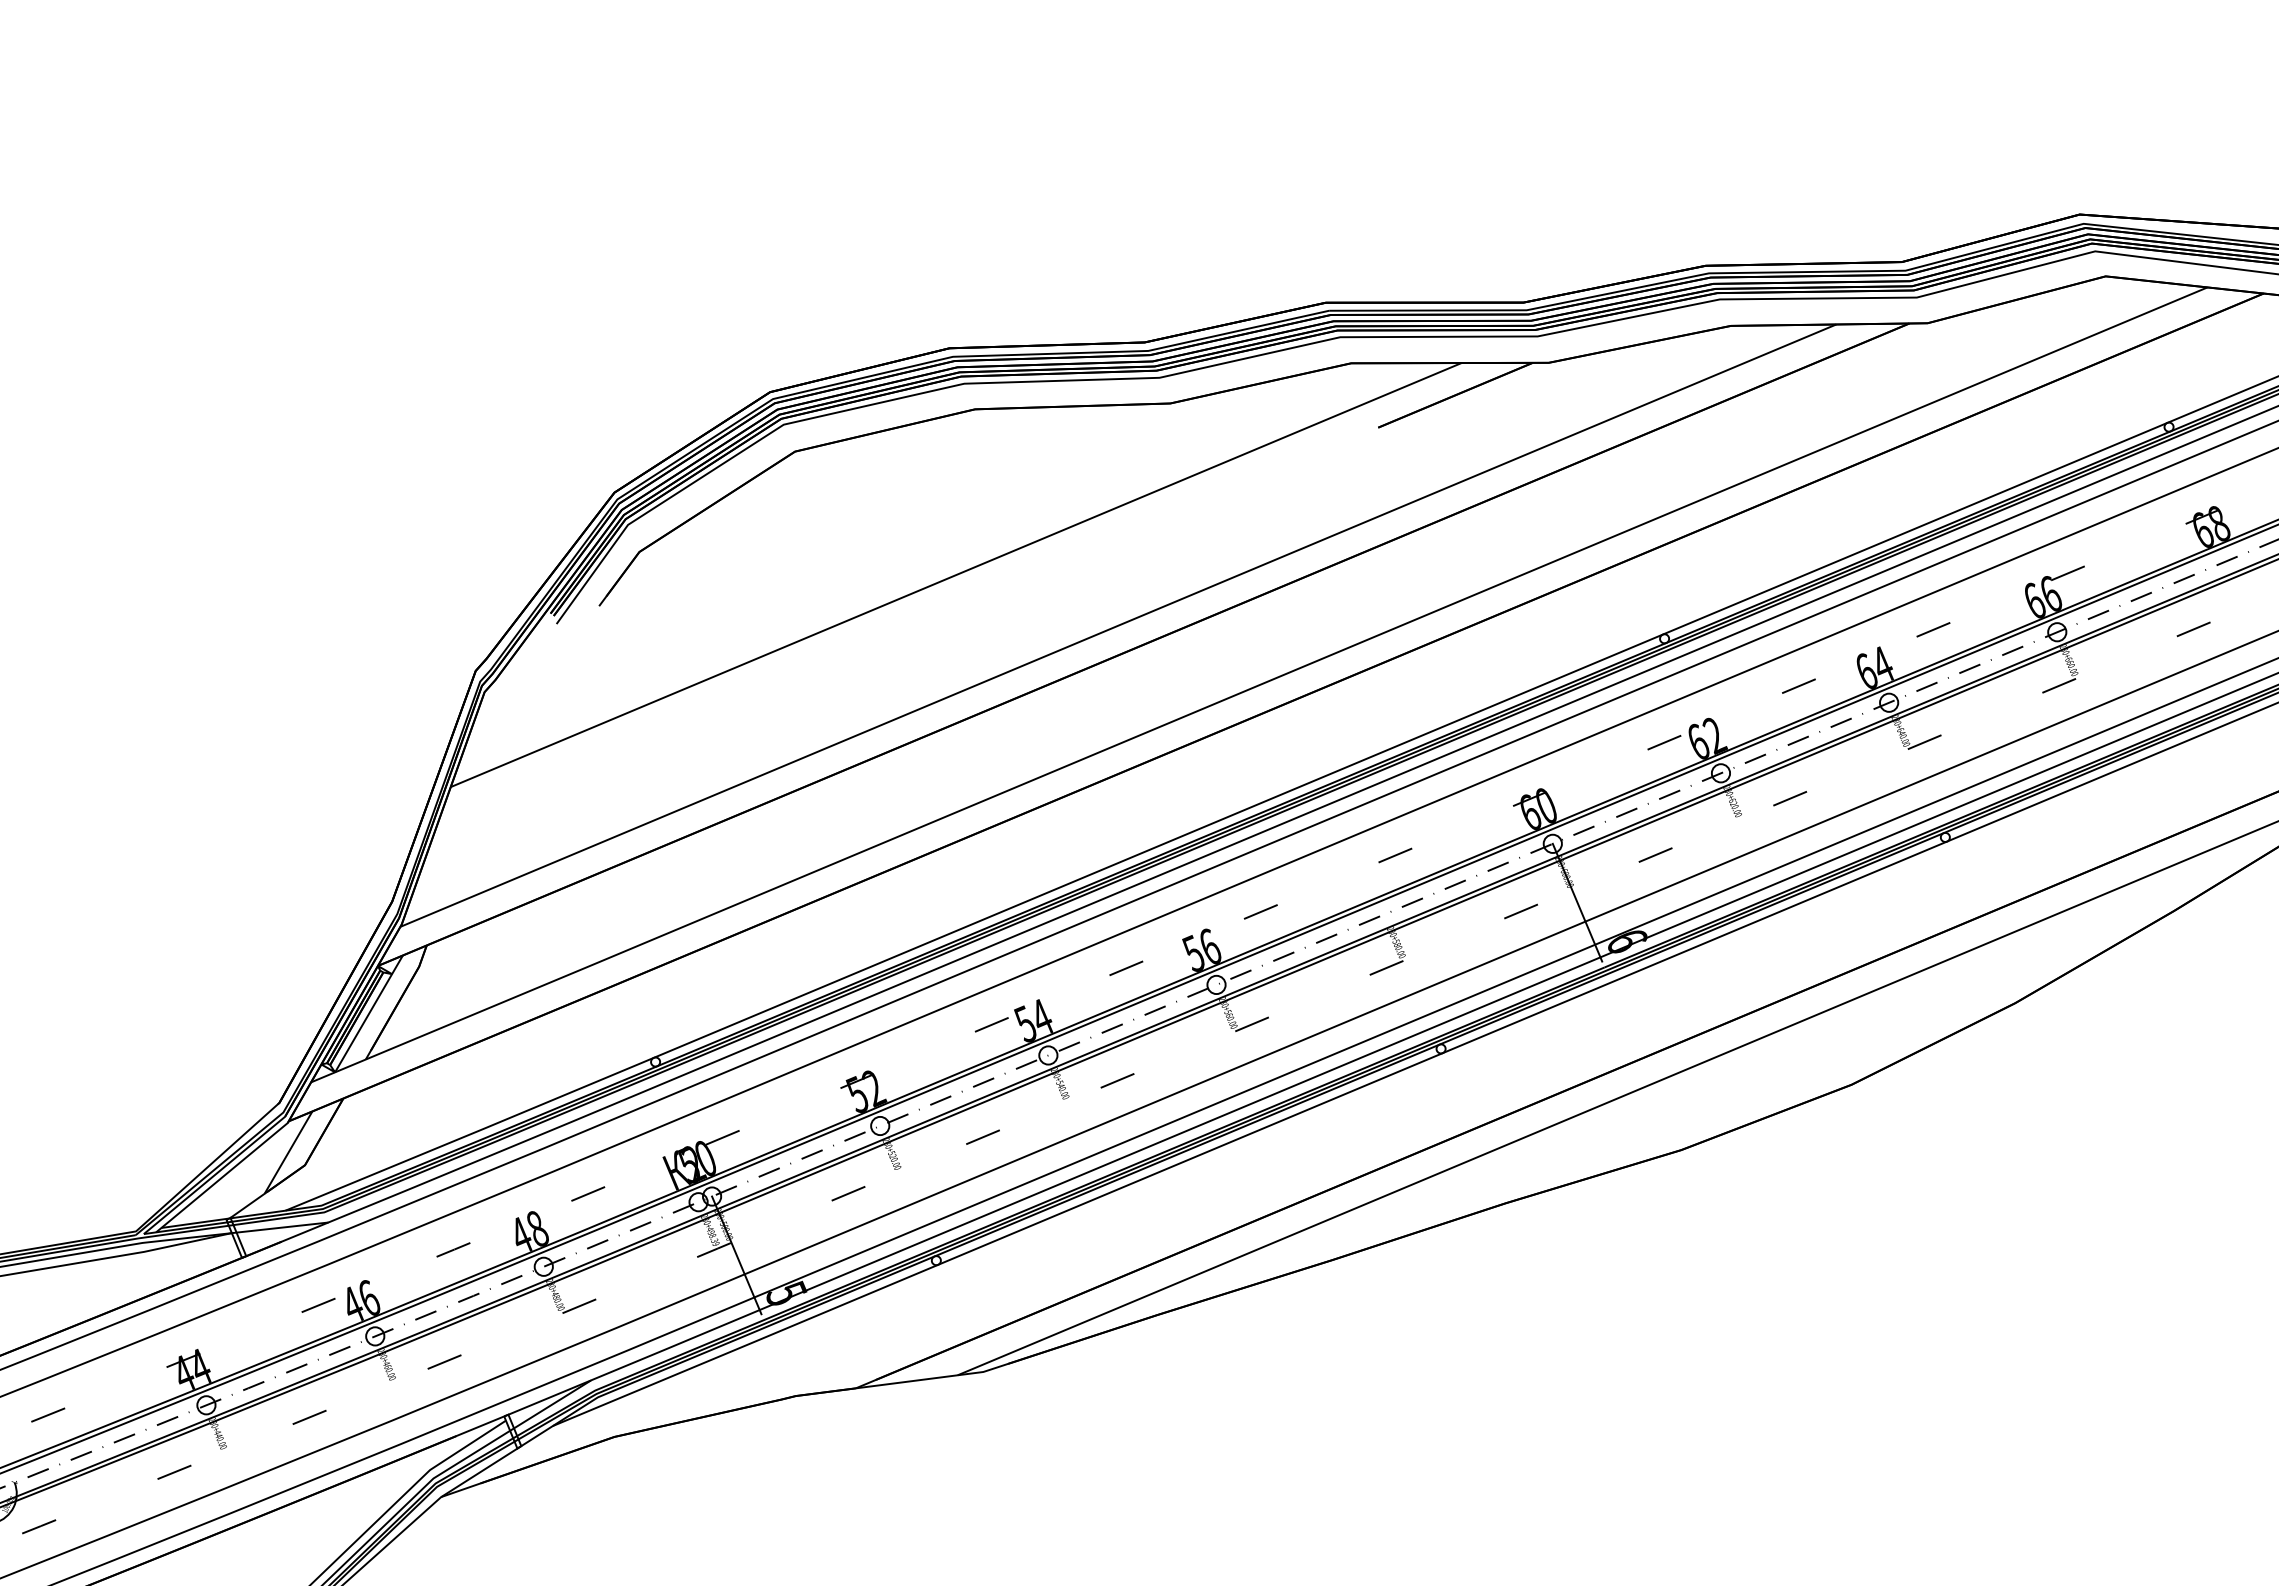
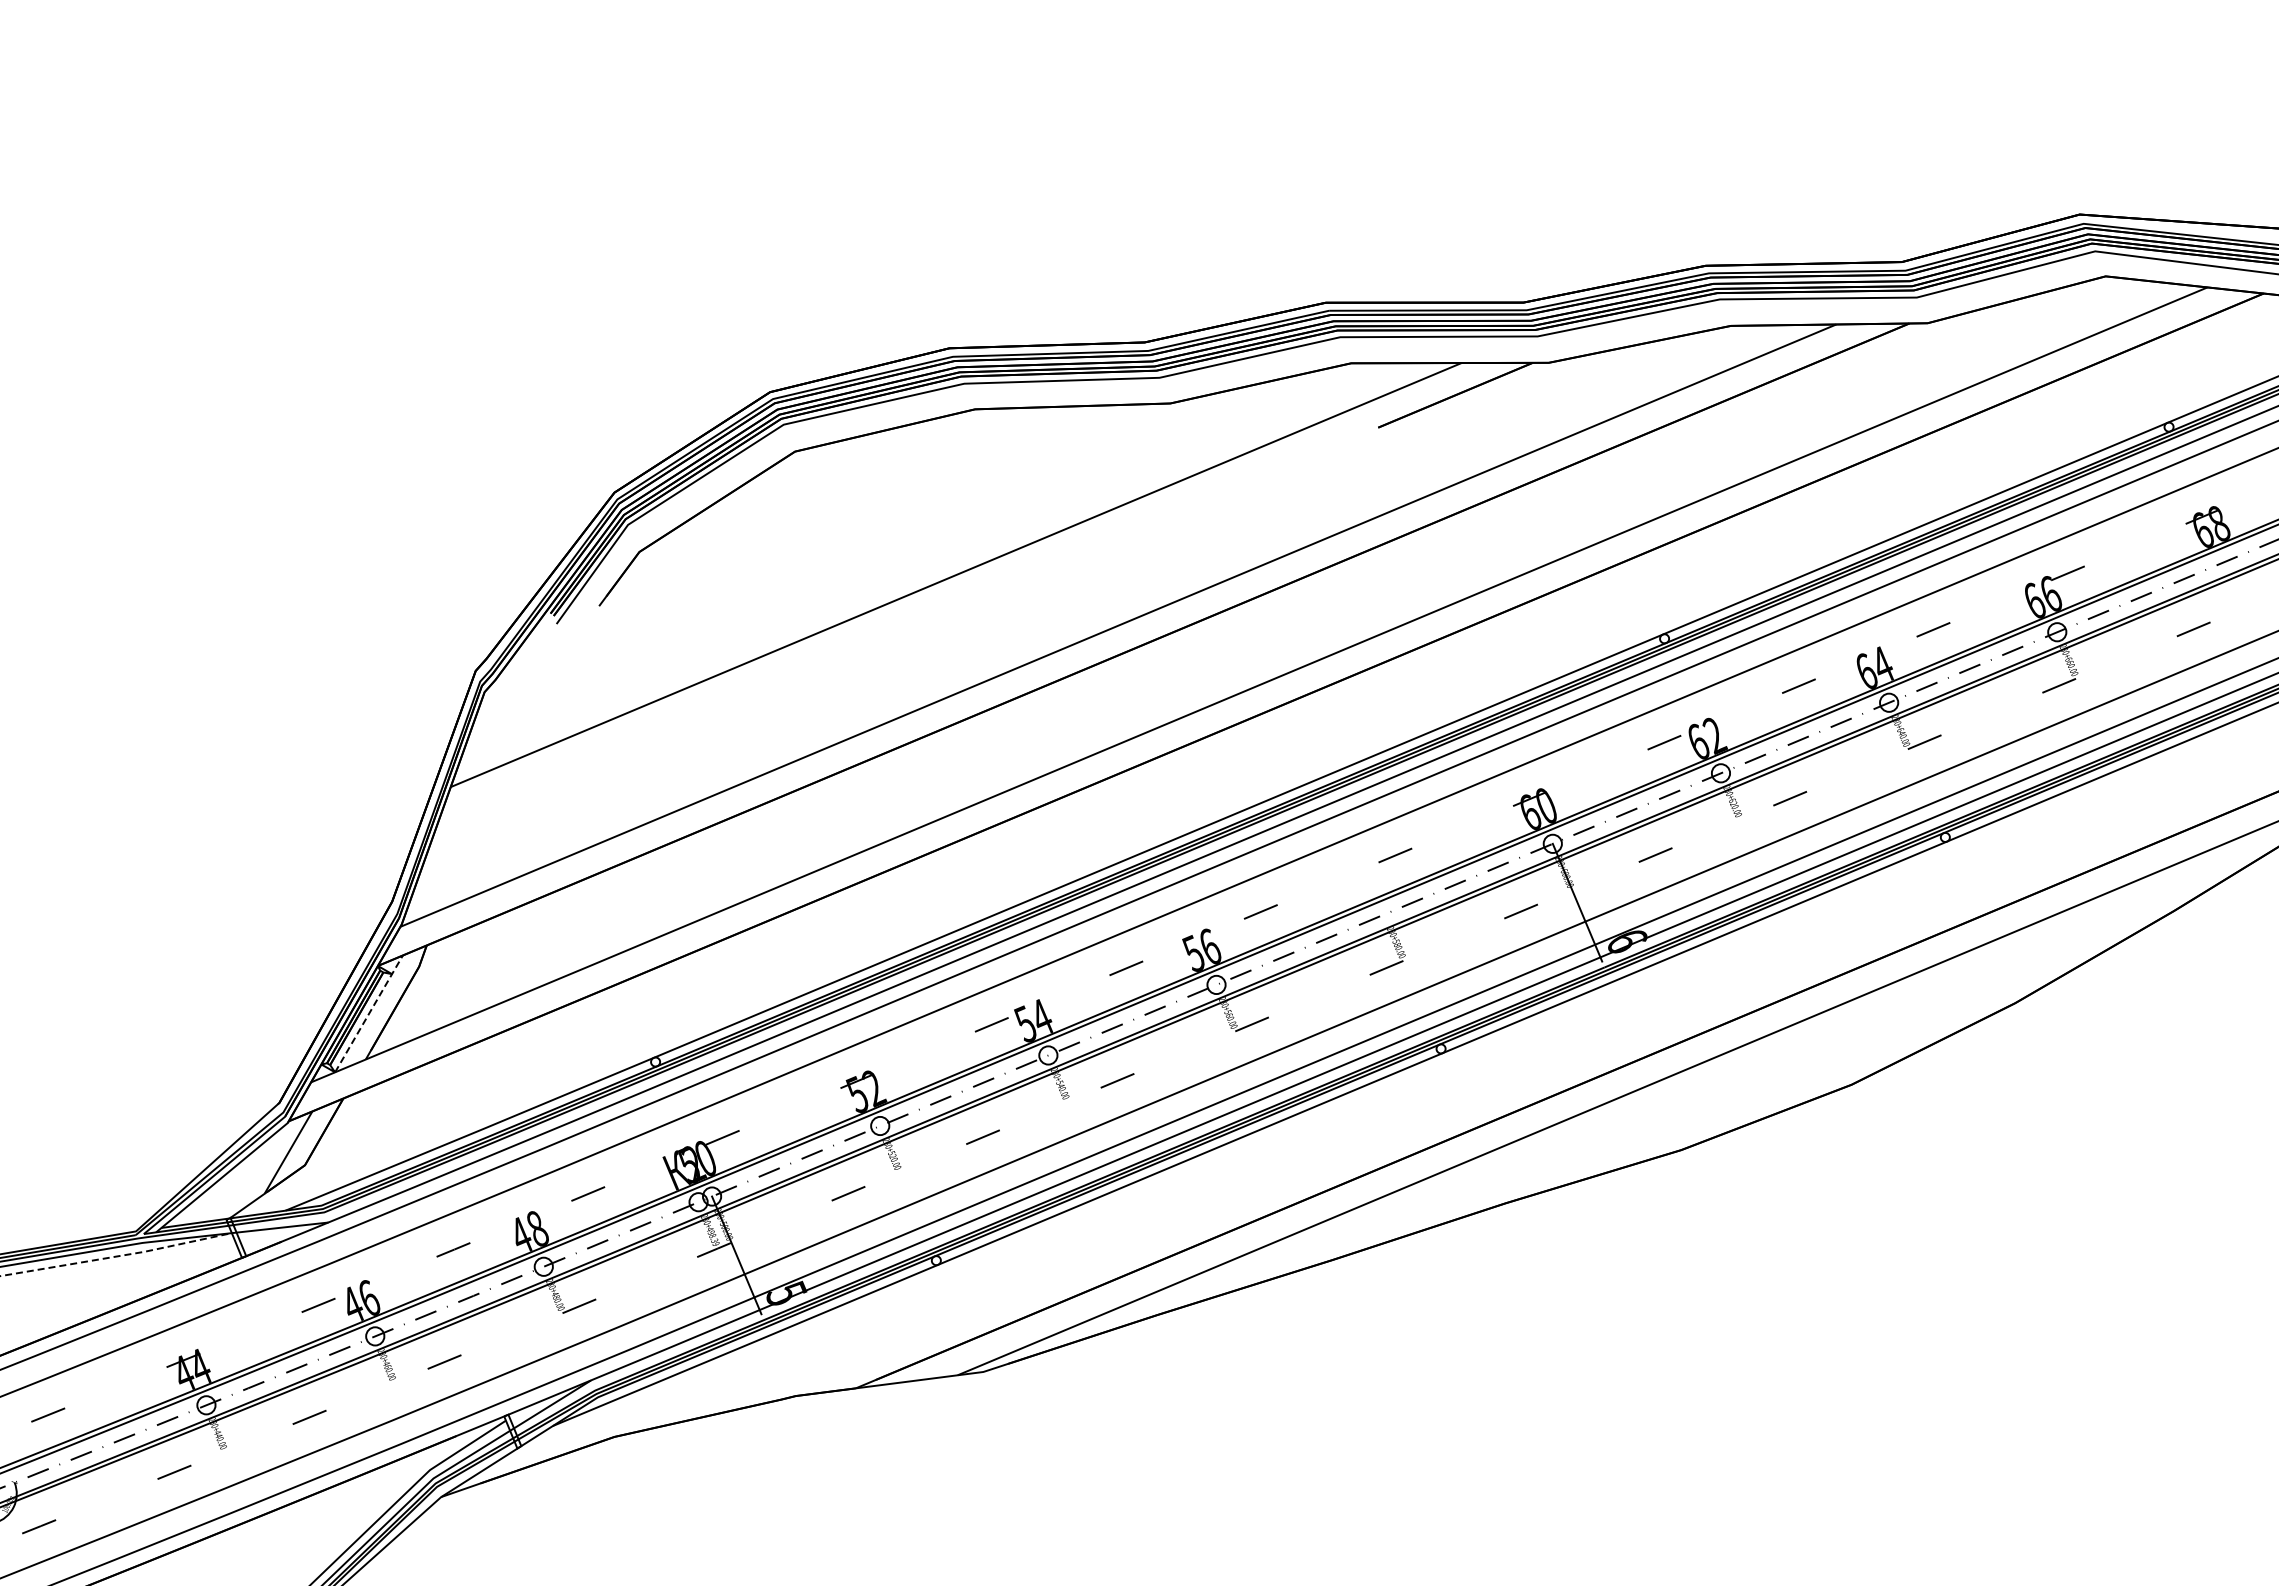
line at (369, 1013): solid -> dashed
line at (117, 1256): solid -> dashed
